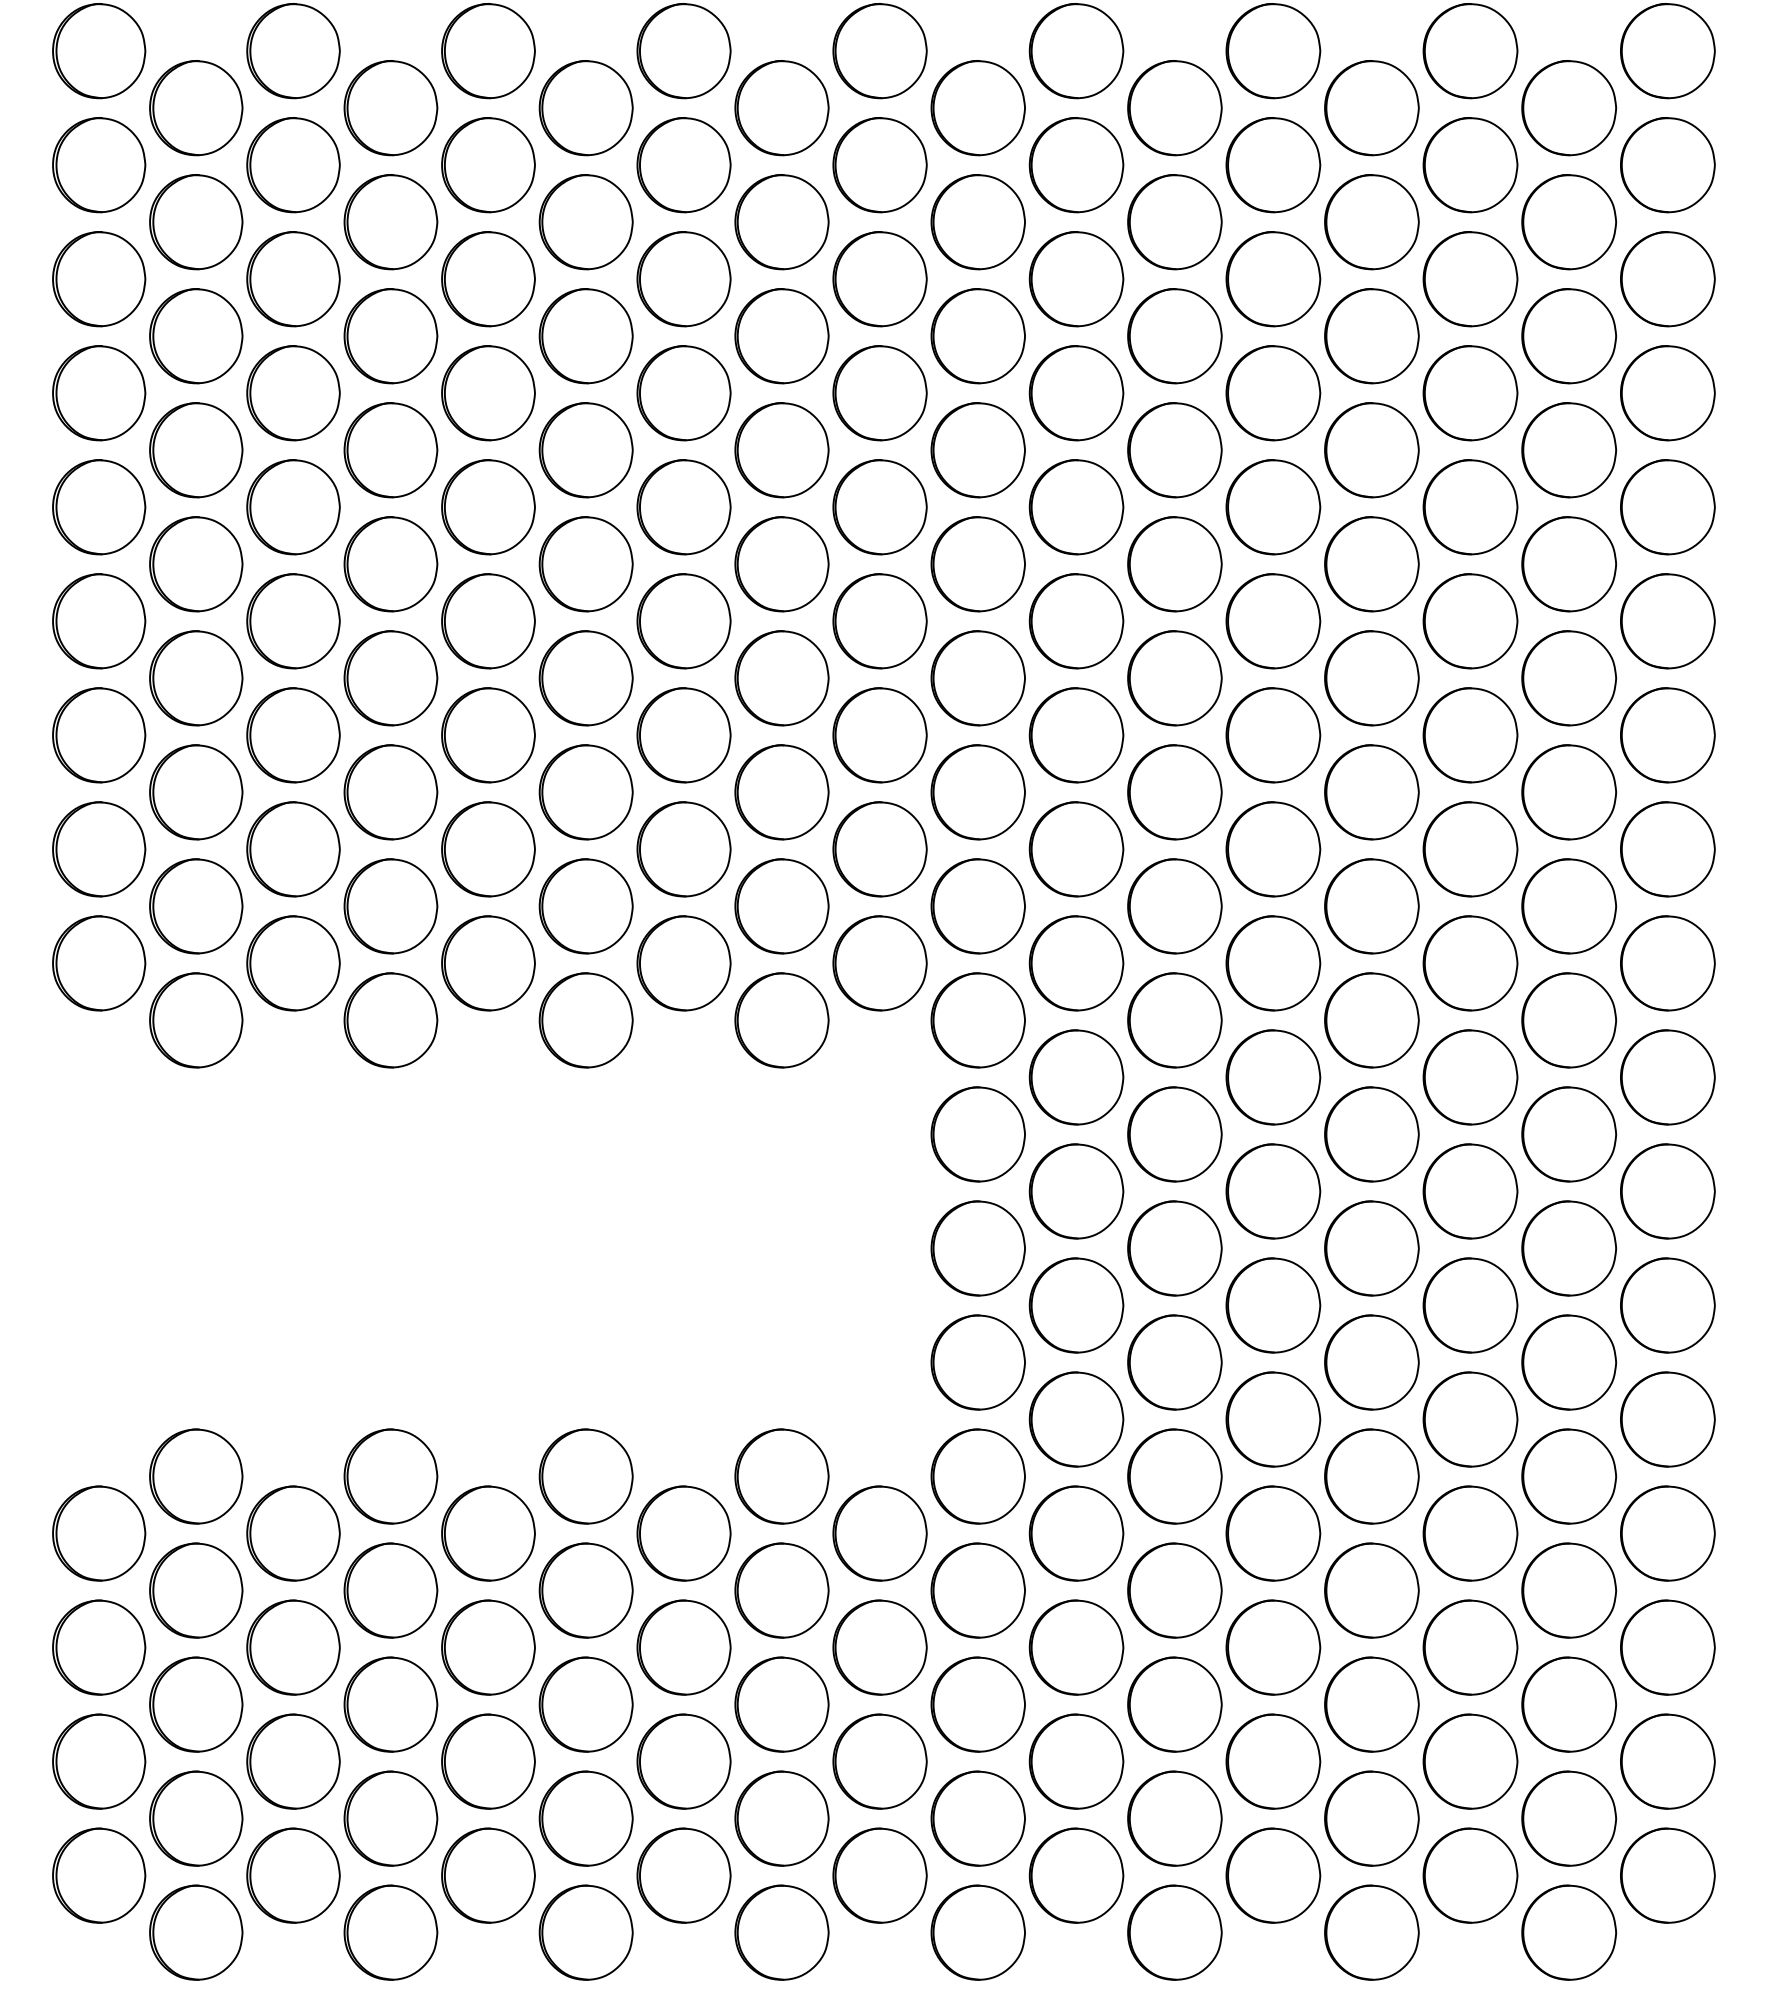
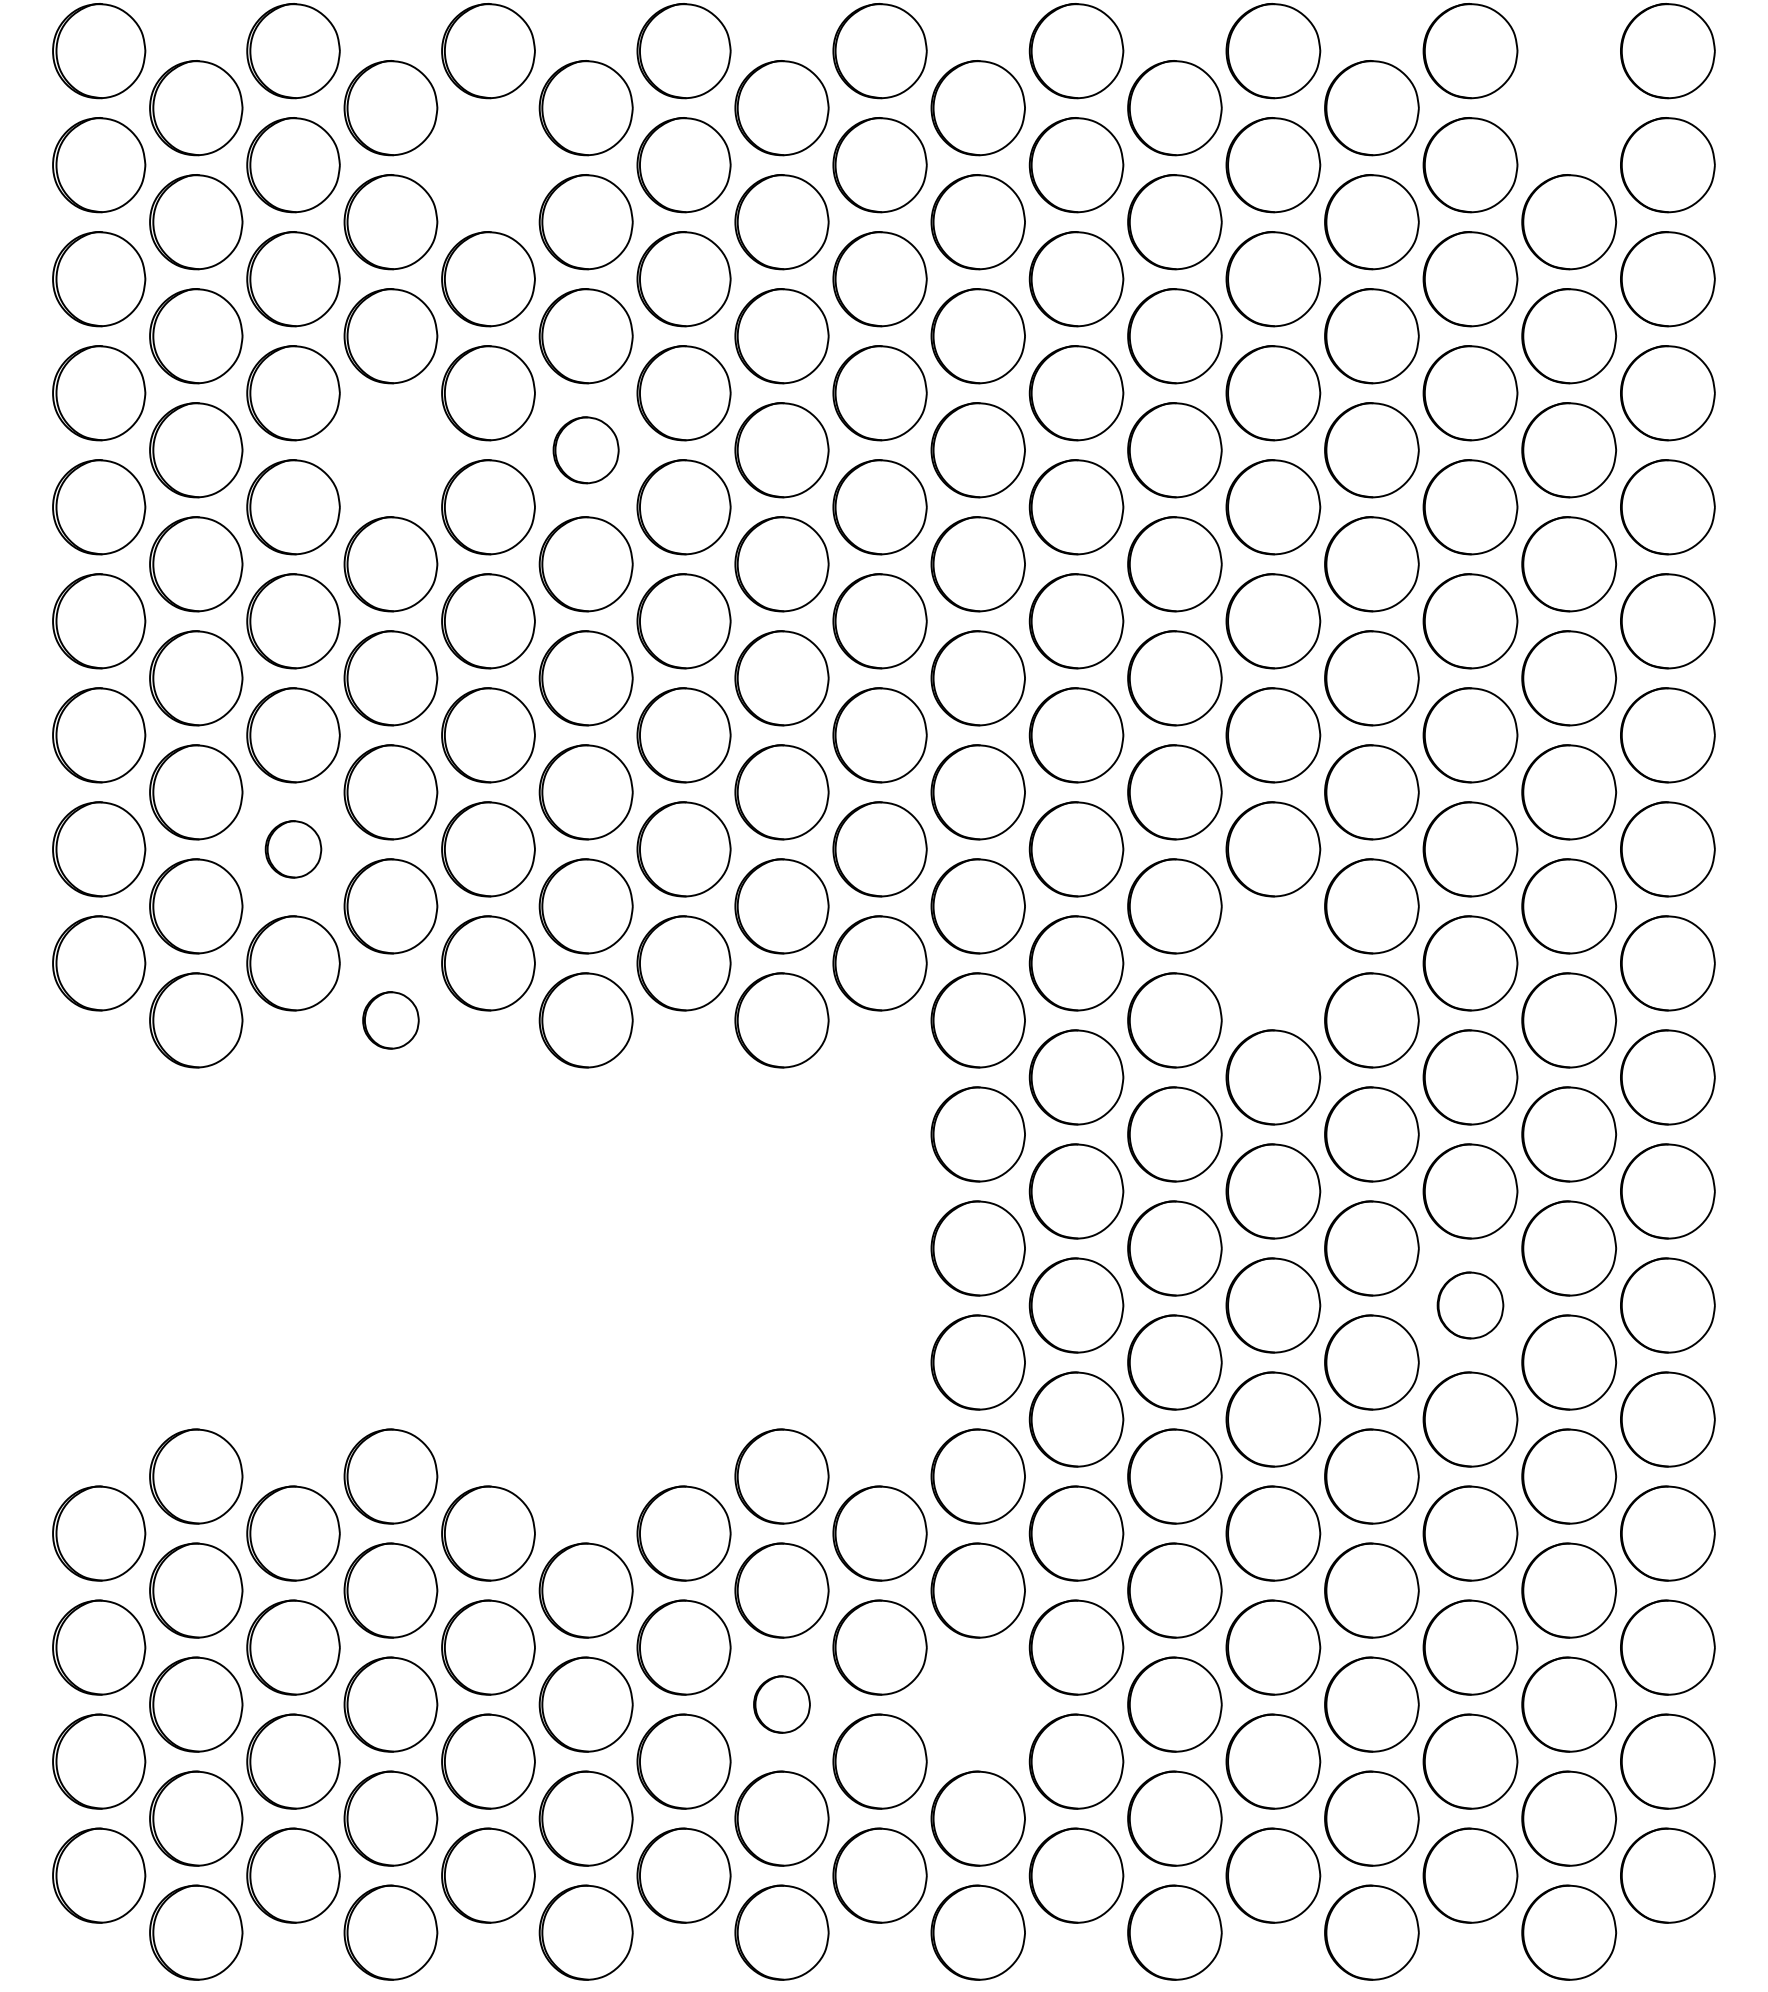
part at (1569, 108): present -> none
part at (488, 165): present -> none
part at (390, 450): present -> none
part at (585, 450) size: 96x97 px -> 68x69 px
part at (293, 849) size: 95x97 px -> 59x59 px
part at (1273, 963): present -> none
part at (390, 1020) size: 96x97 px -> 58x59 px
part at (1470, 1305) size: 97x97 px -> 69x69 px
part at (585, 1476): present -> none
part at (781, 1704) size: 96x97 px -> 58x59 px
part at (977, 1704): present -> none
